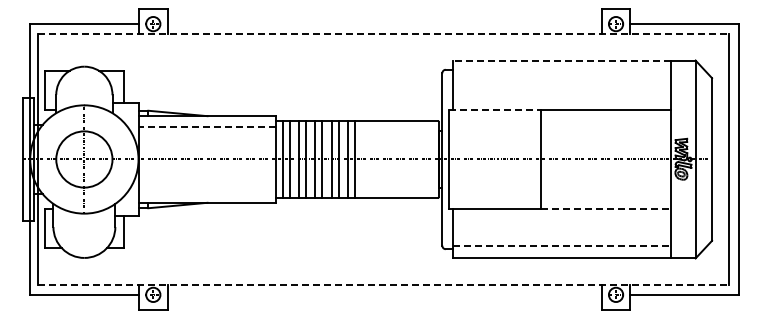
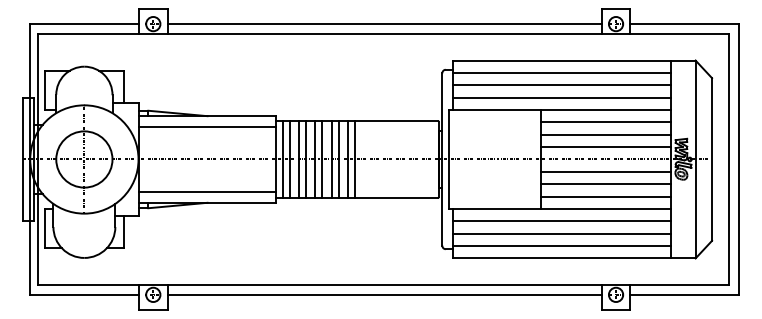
line at (384, 24): none -> present
line at (383, 33): dashed -> solid
line at (561, 60): dashed -> solid
line at (561, 72): none -> present
line at (561, 85): none -> present
line at (561, 97): none -> present
line at (495, 110): dashed -> solid
line at (606, 122): none -> present
line at (207, 127): dashed -> solid
line at (606, 134): none -> present
line at (606, 147): none -> present
line at (606, 171): none -> present
line at (606, 184): none -> present
line at (207, 191): none -> present
line at (606, 196): none -> present
line at (606, 208): dashed -> solid
line at (561, 221): none -> present
line at (561, 233): none -> present
line at (562, 246): dashed -> solid
line at (383, 285): dashed -> solid
line at (384, 294): none -> present
